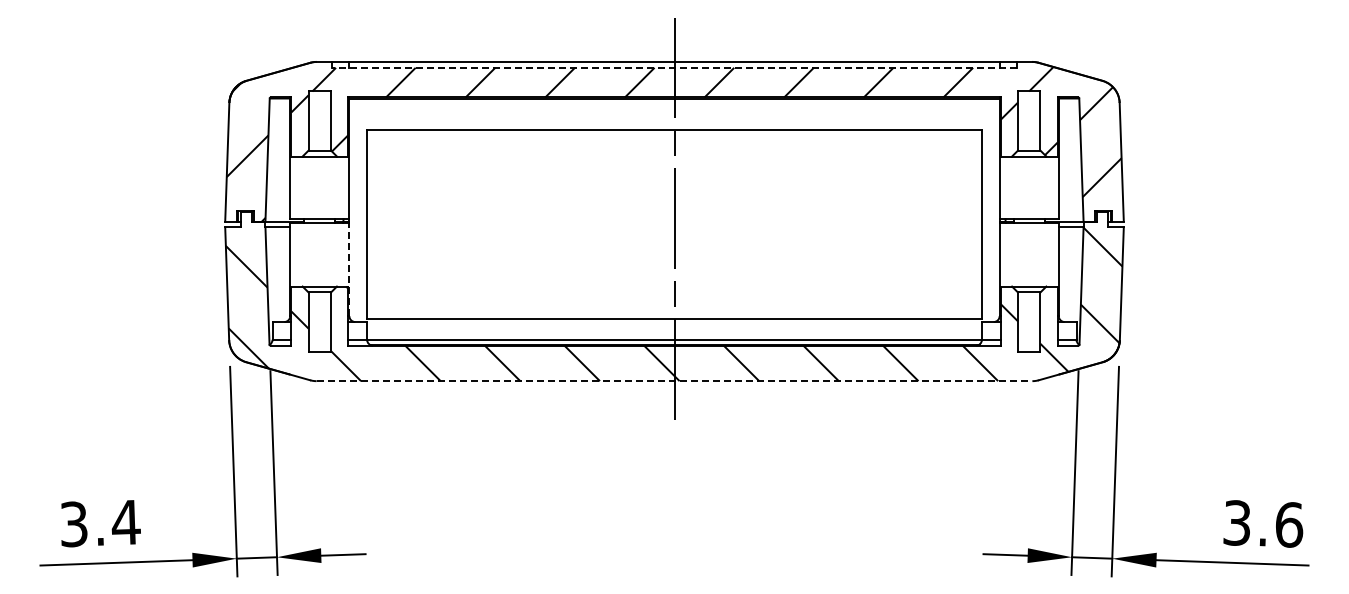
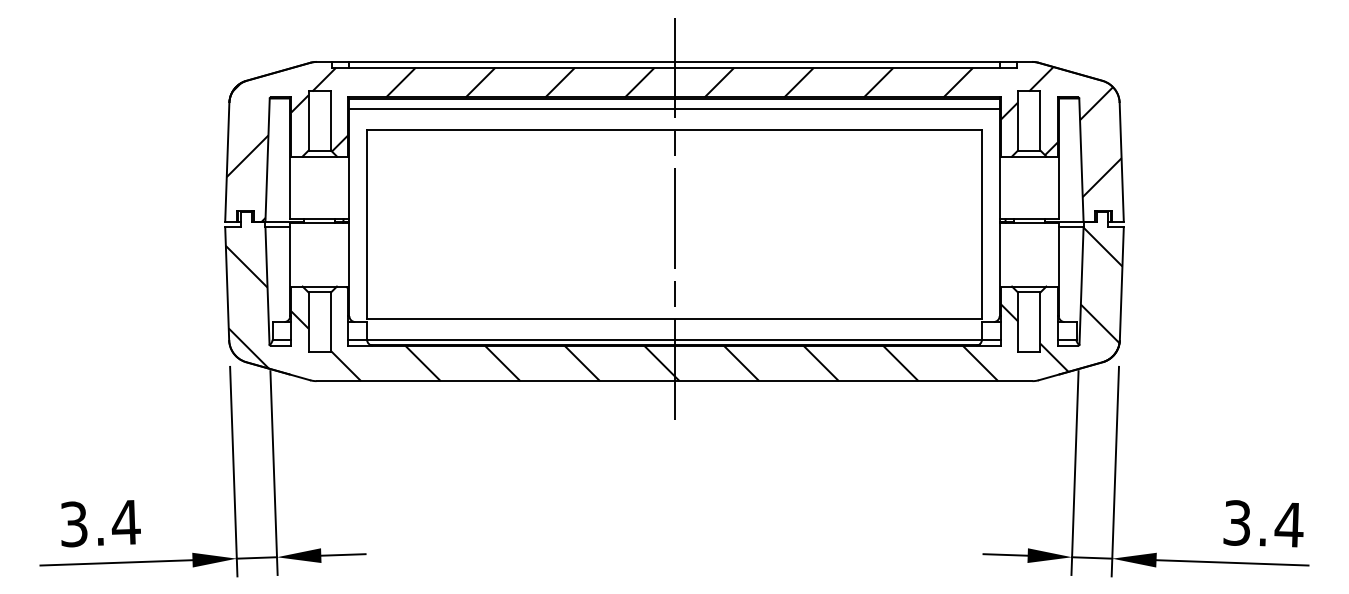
line at (674, 67): dashed -> solid
line at (674, 109): none -> present
line at (349, 269): dashed -> solid
line at (674, 381): dashed -> solid
text at (1288, 524): 3.6 -> 3.4
